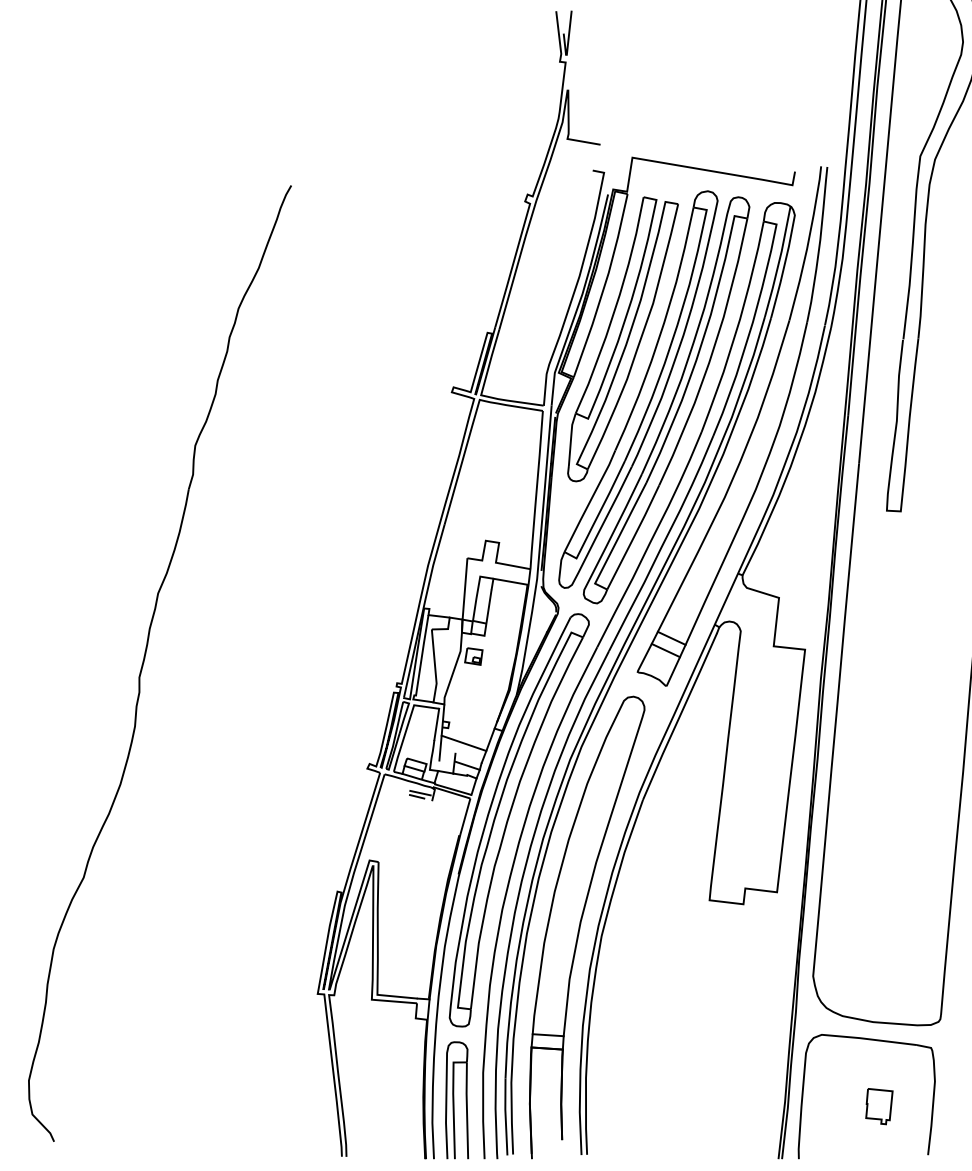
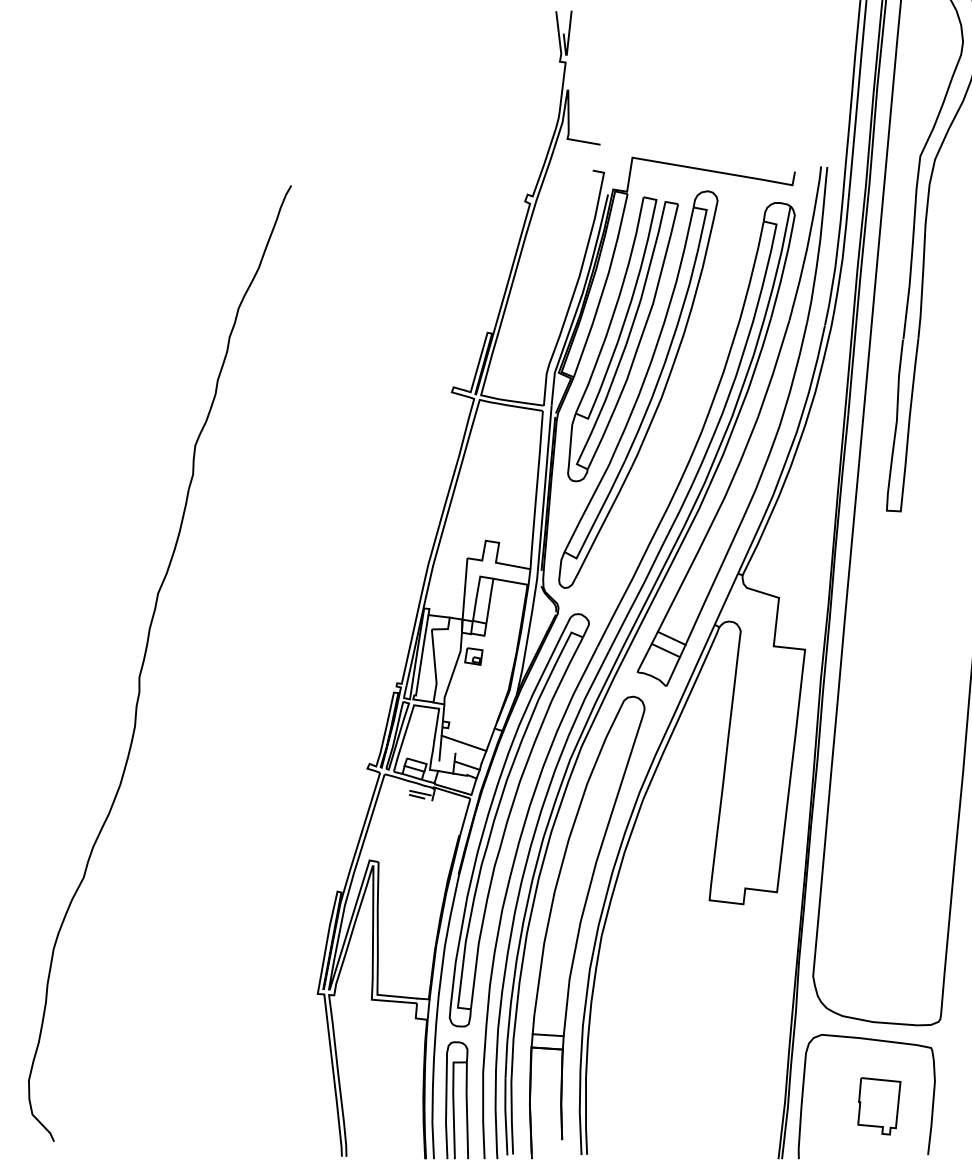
part at (666, 400): present -> none
part at (879, 1106) size: 29x38 px -> 45x59 px
